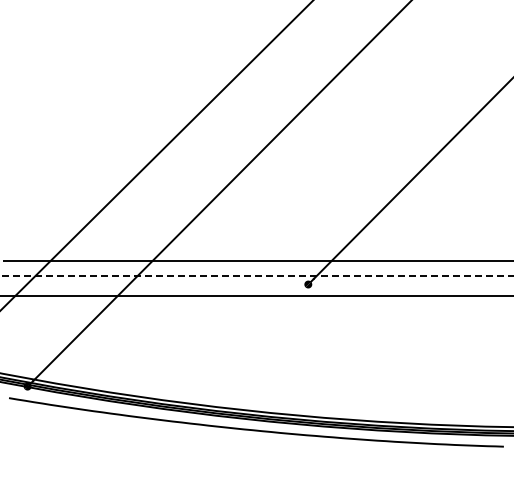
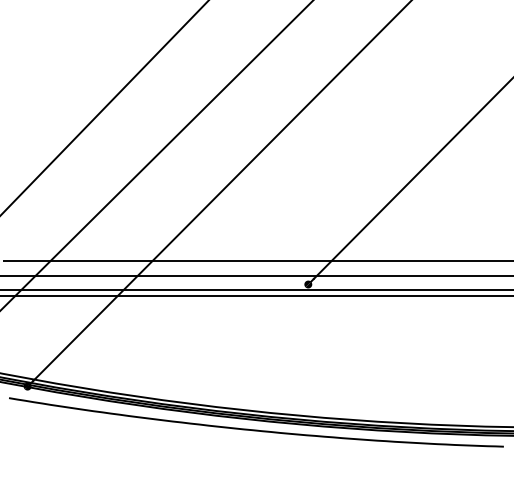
line at (104, 107): none -> present
line at (256, 275): dashed -> solid
line at (256, 289): none -> present
